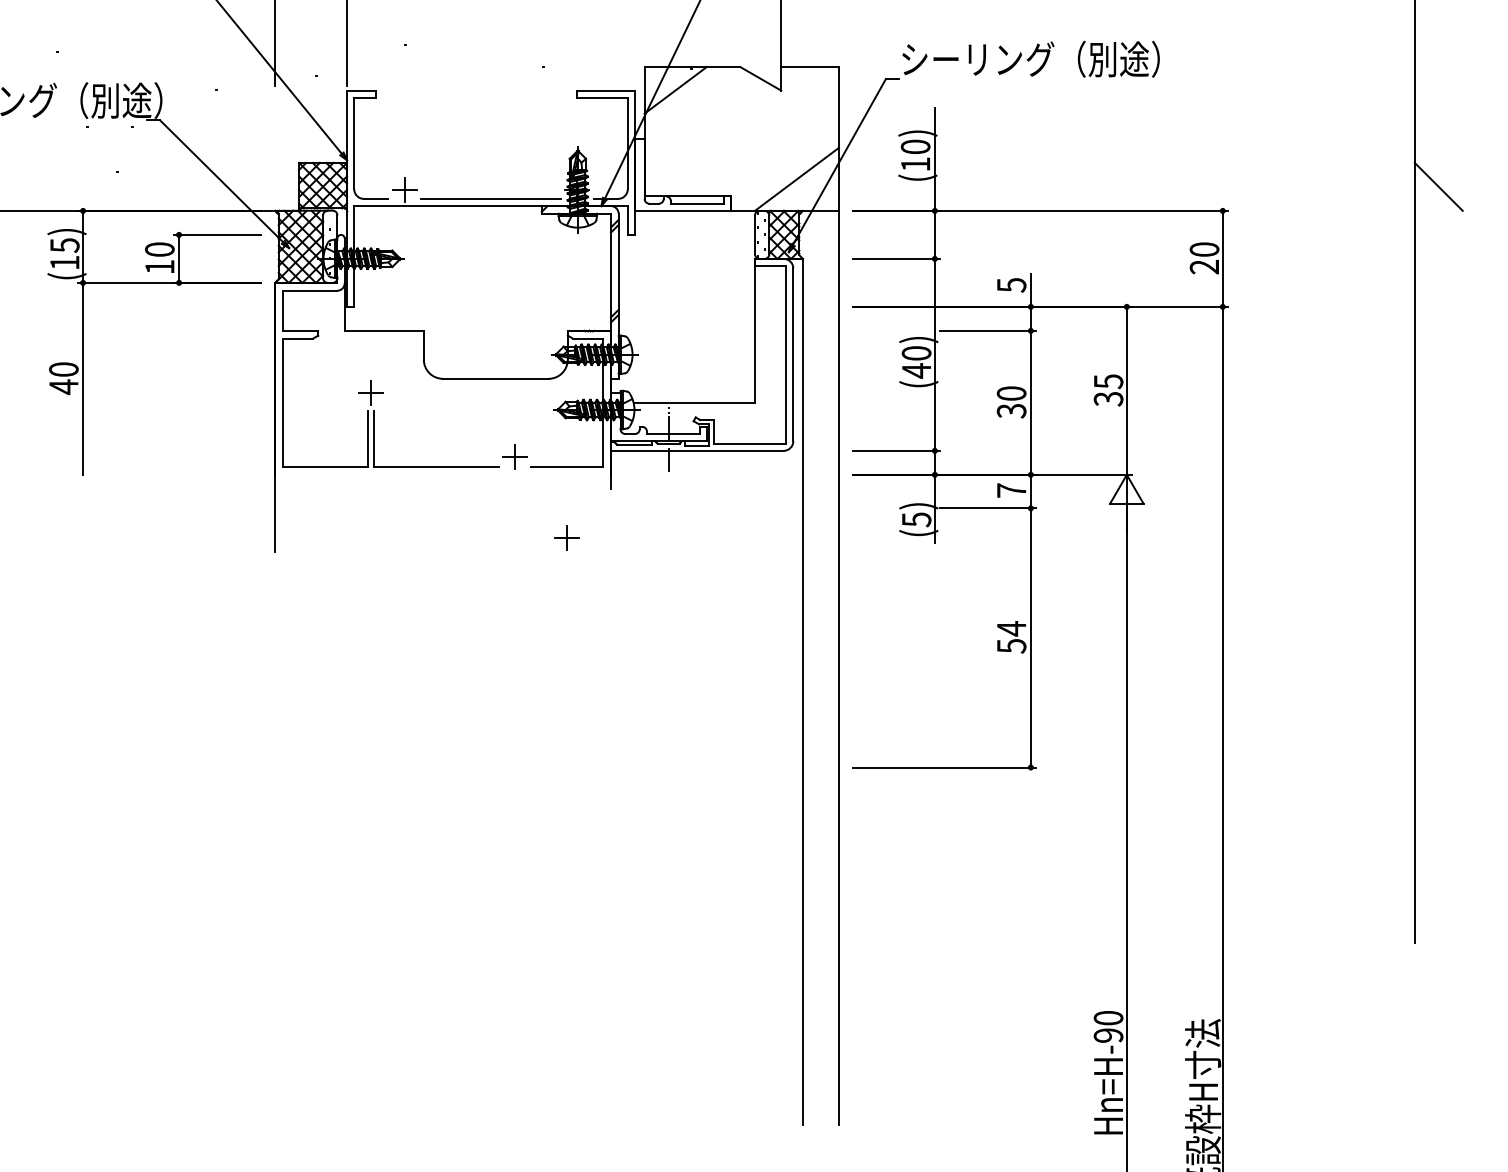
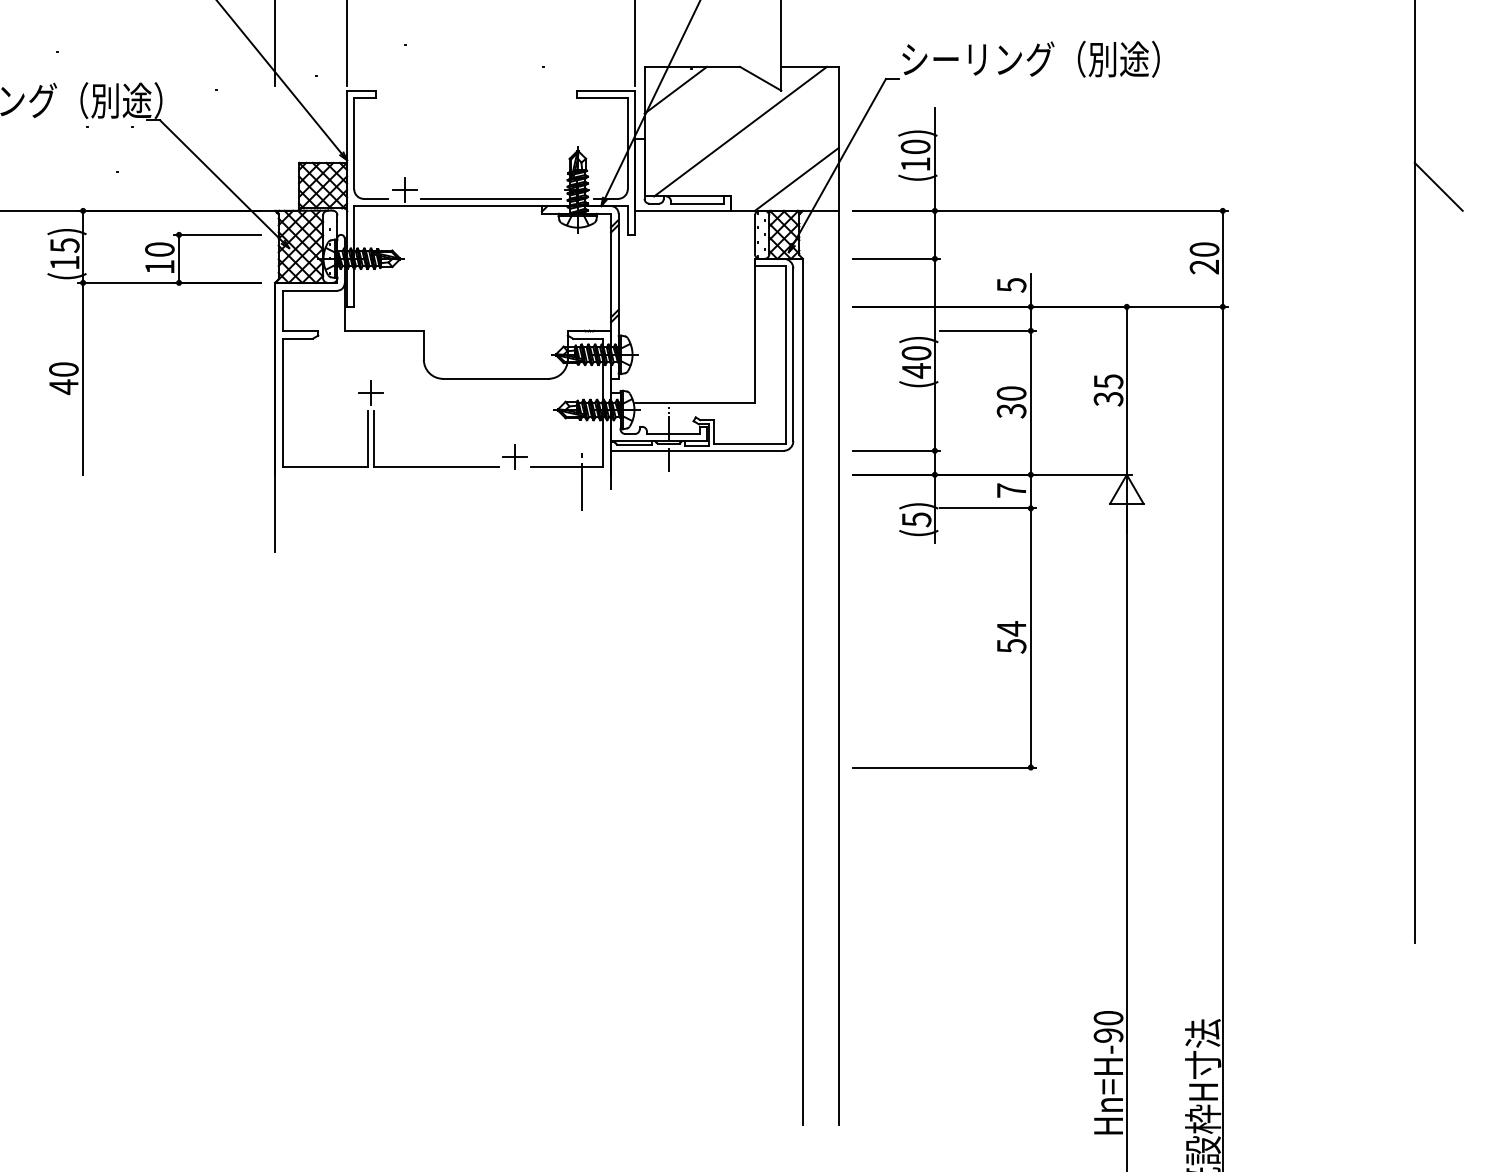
line at (634, 44): none -> present
line at (740, 131): none -> present
line at (582, 481): none -> present
part at (566, 537): present -> none
